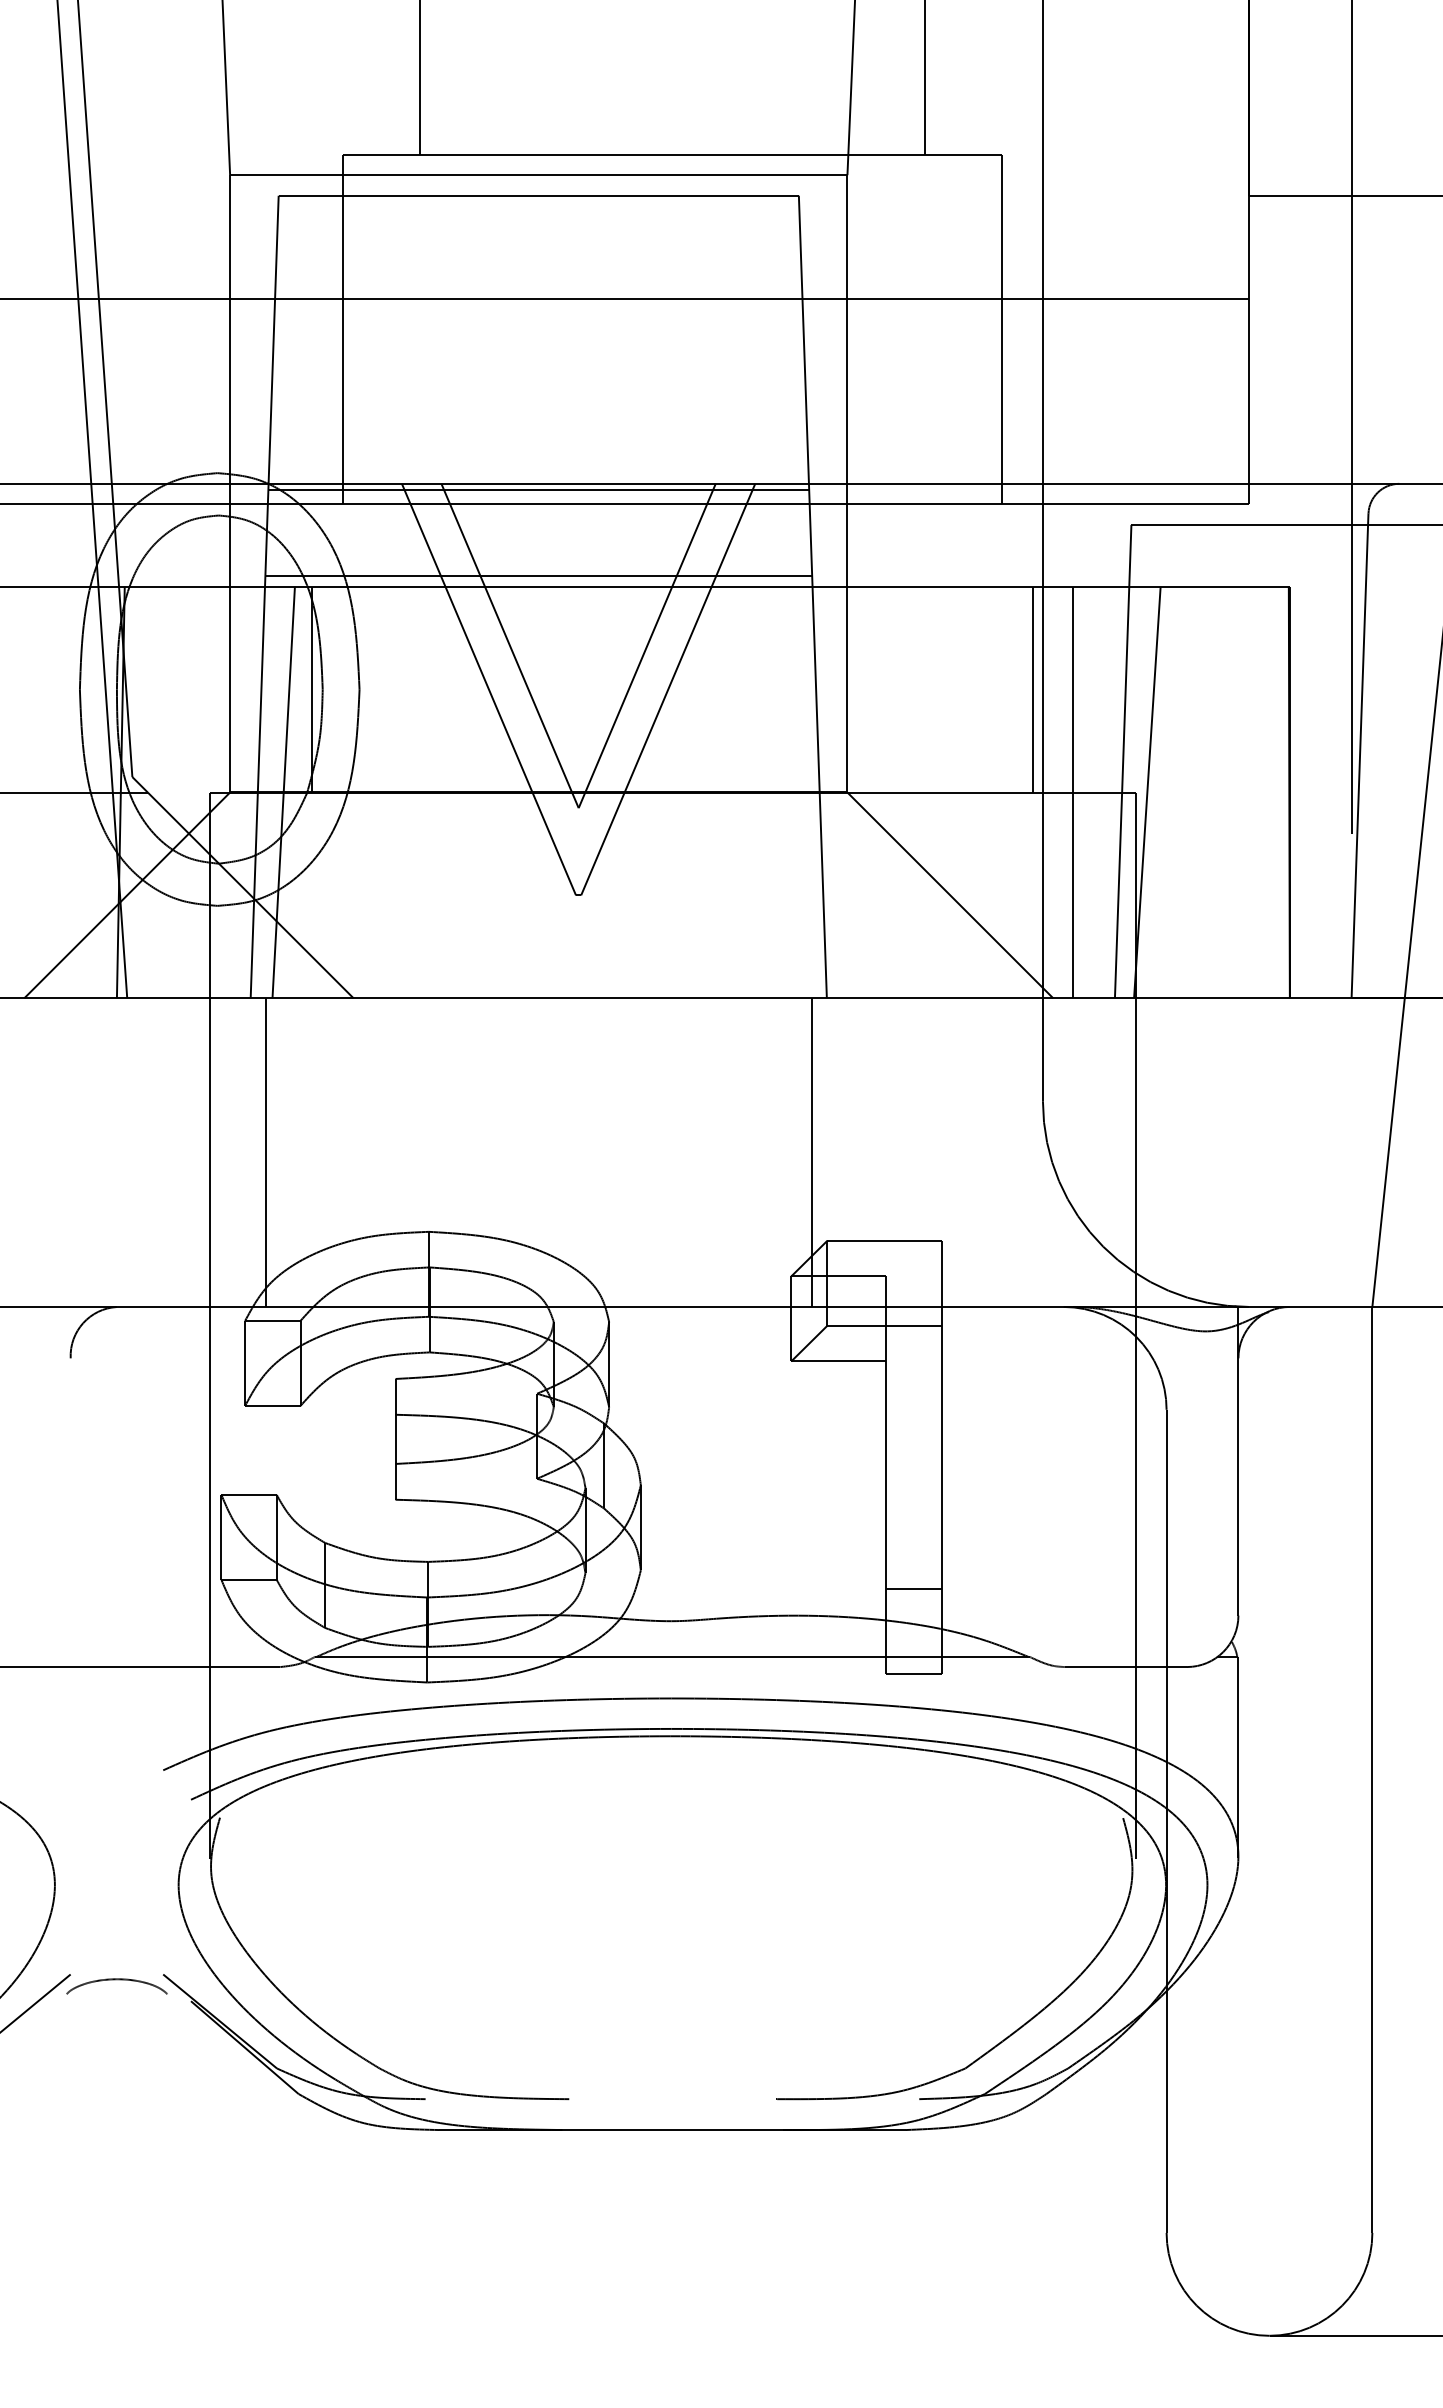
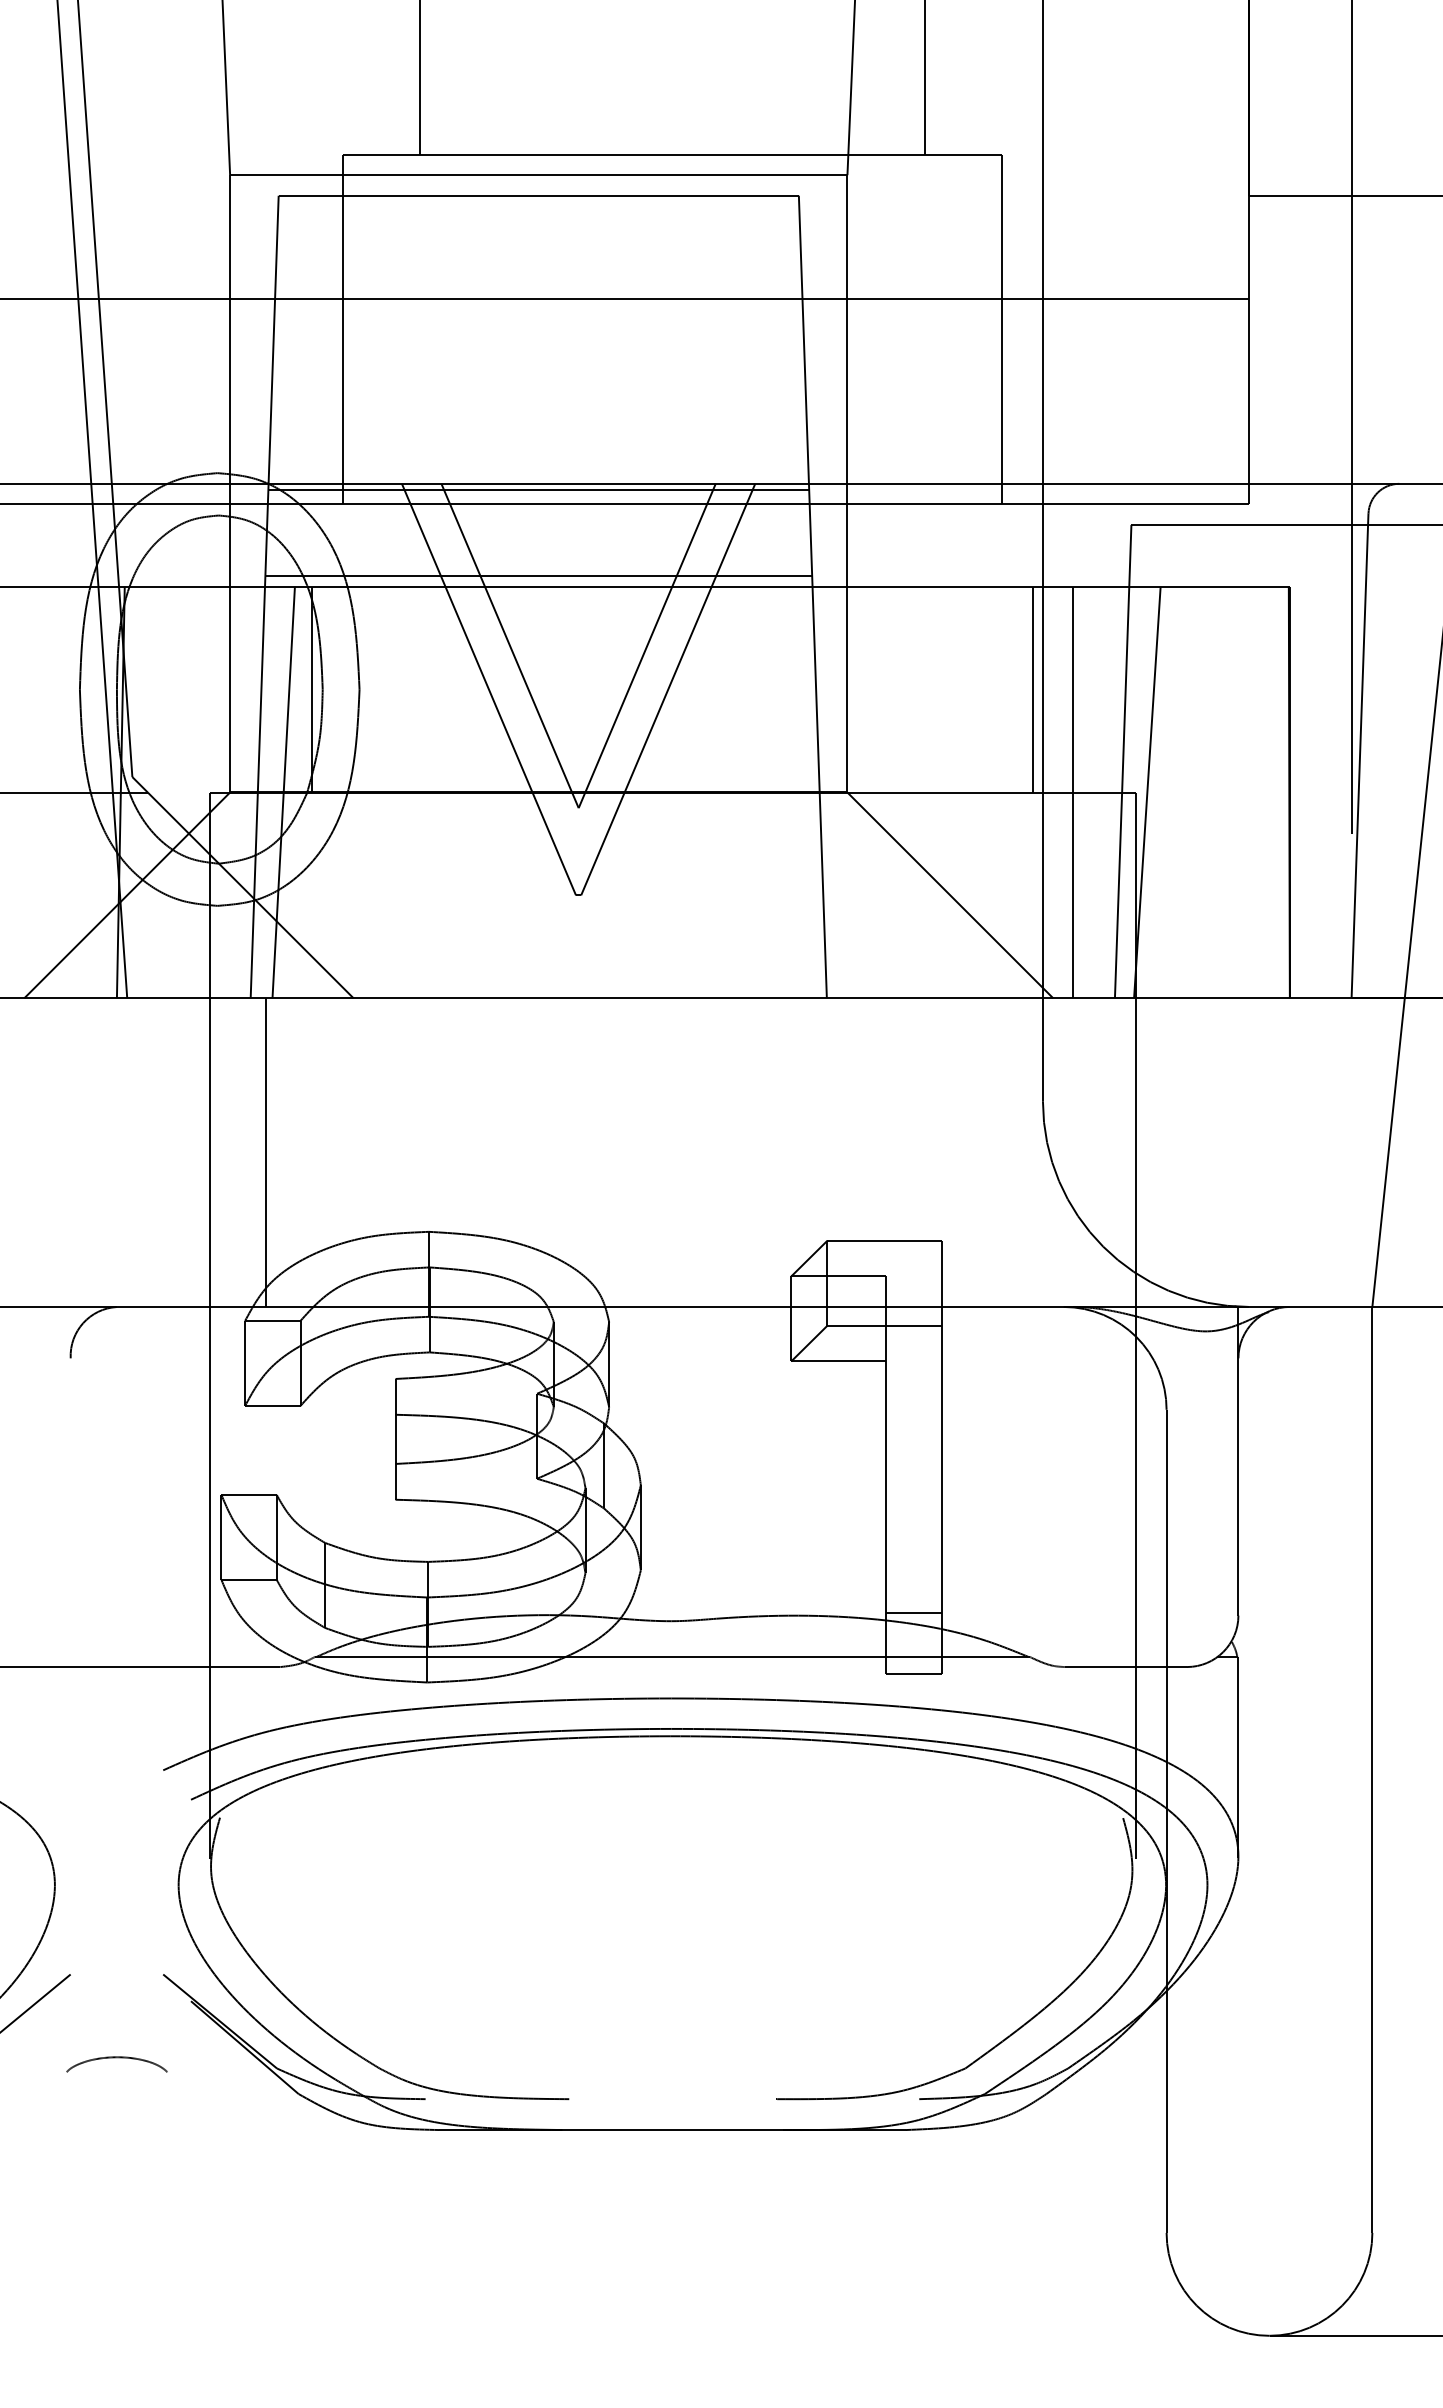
line at (812, 1152): present -> none
line at (913, 1588) position: (913, 1588) -> (913, 1612)
curve at (116, 1980) position: (116, 1980) -> (116, 2058)
